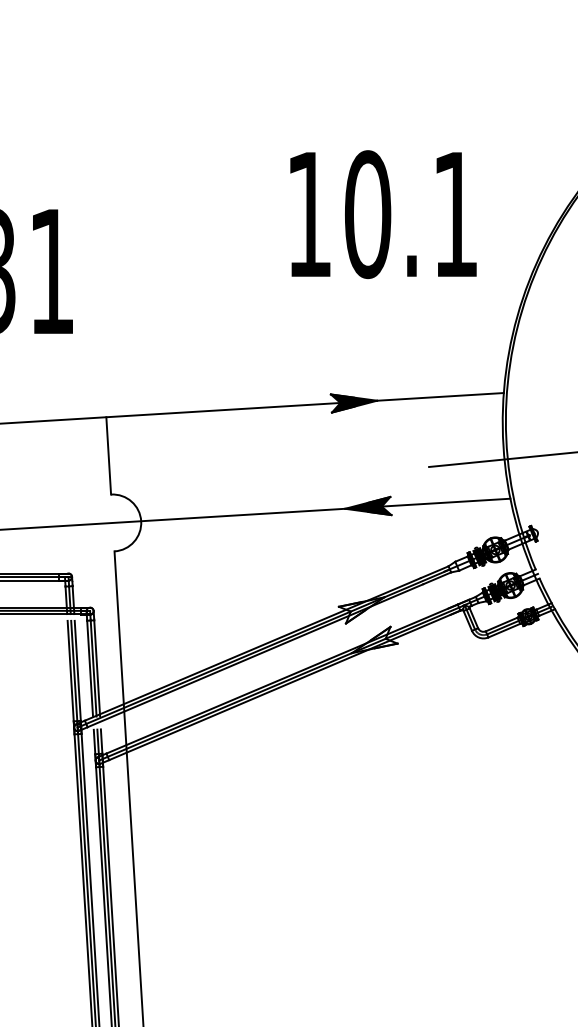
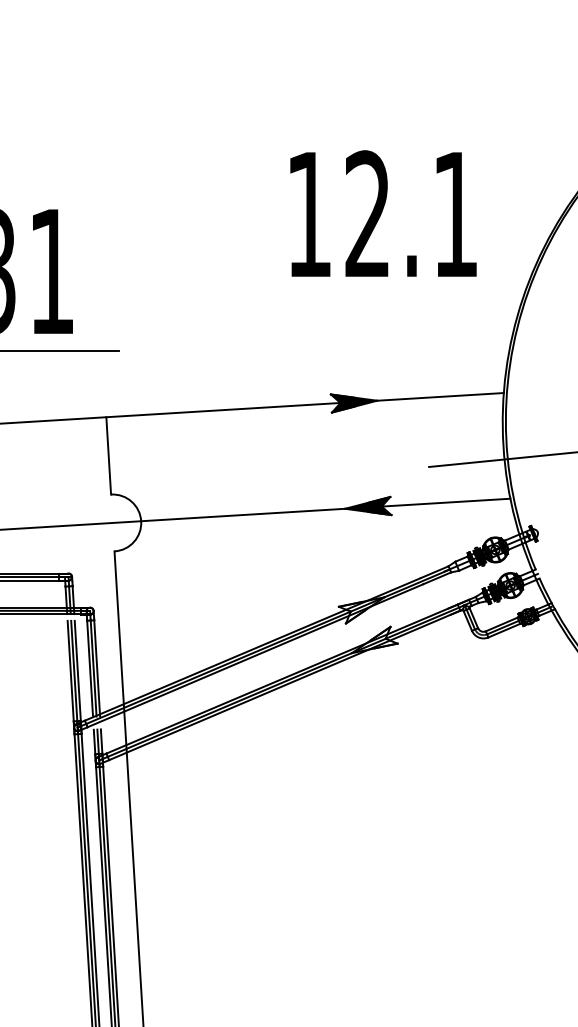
text at (368, 214): 10.1 -> 12.1
line at (60, 350): none -> present
